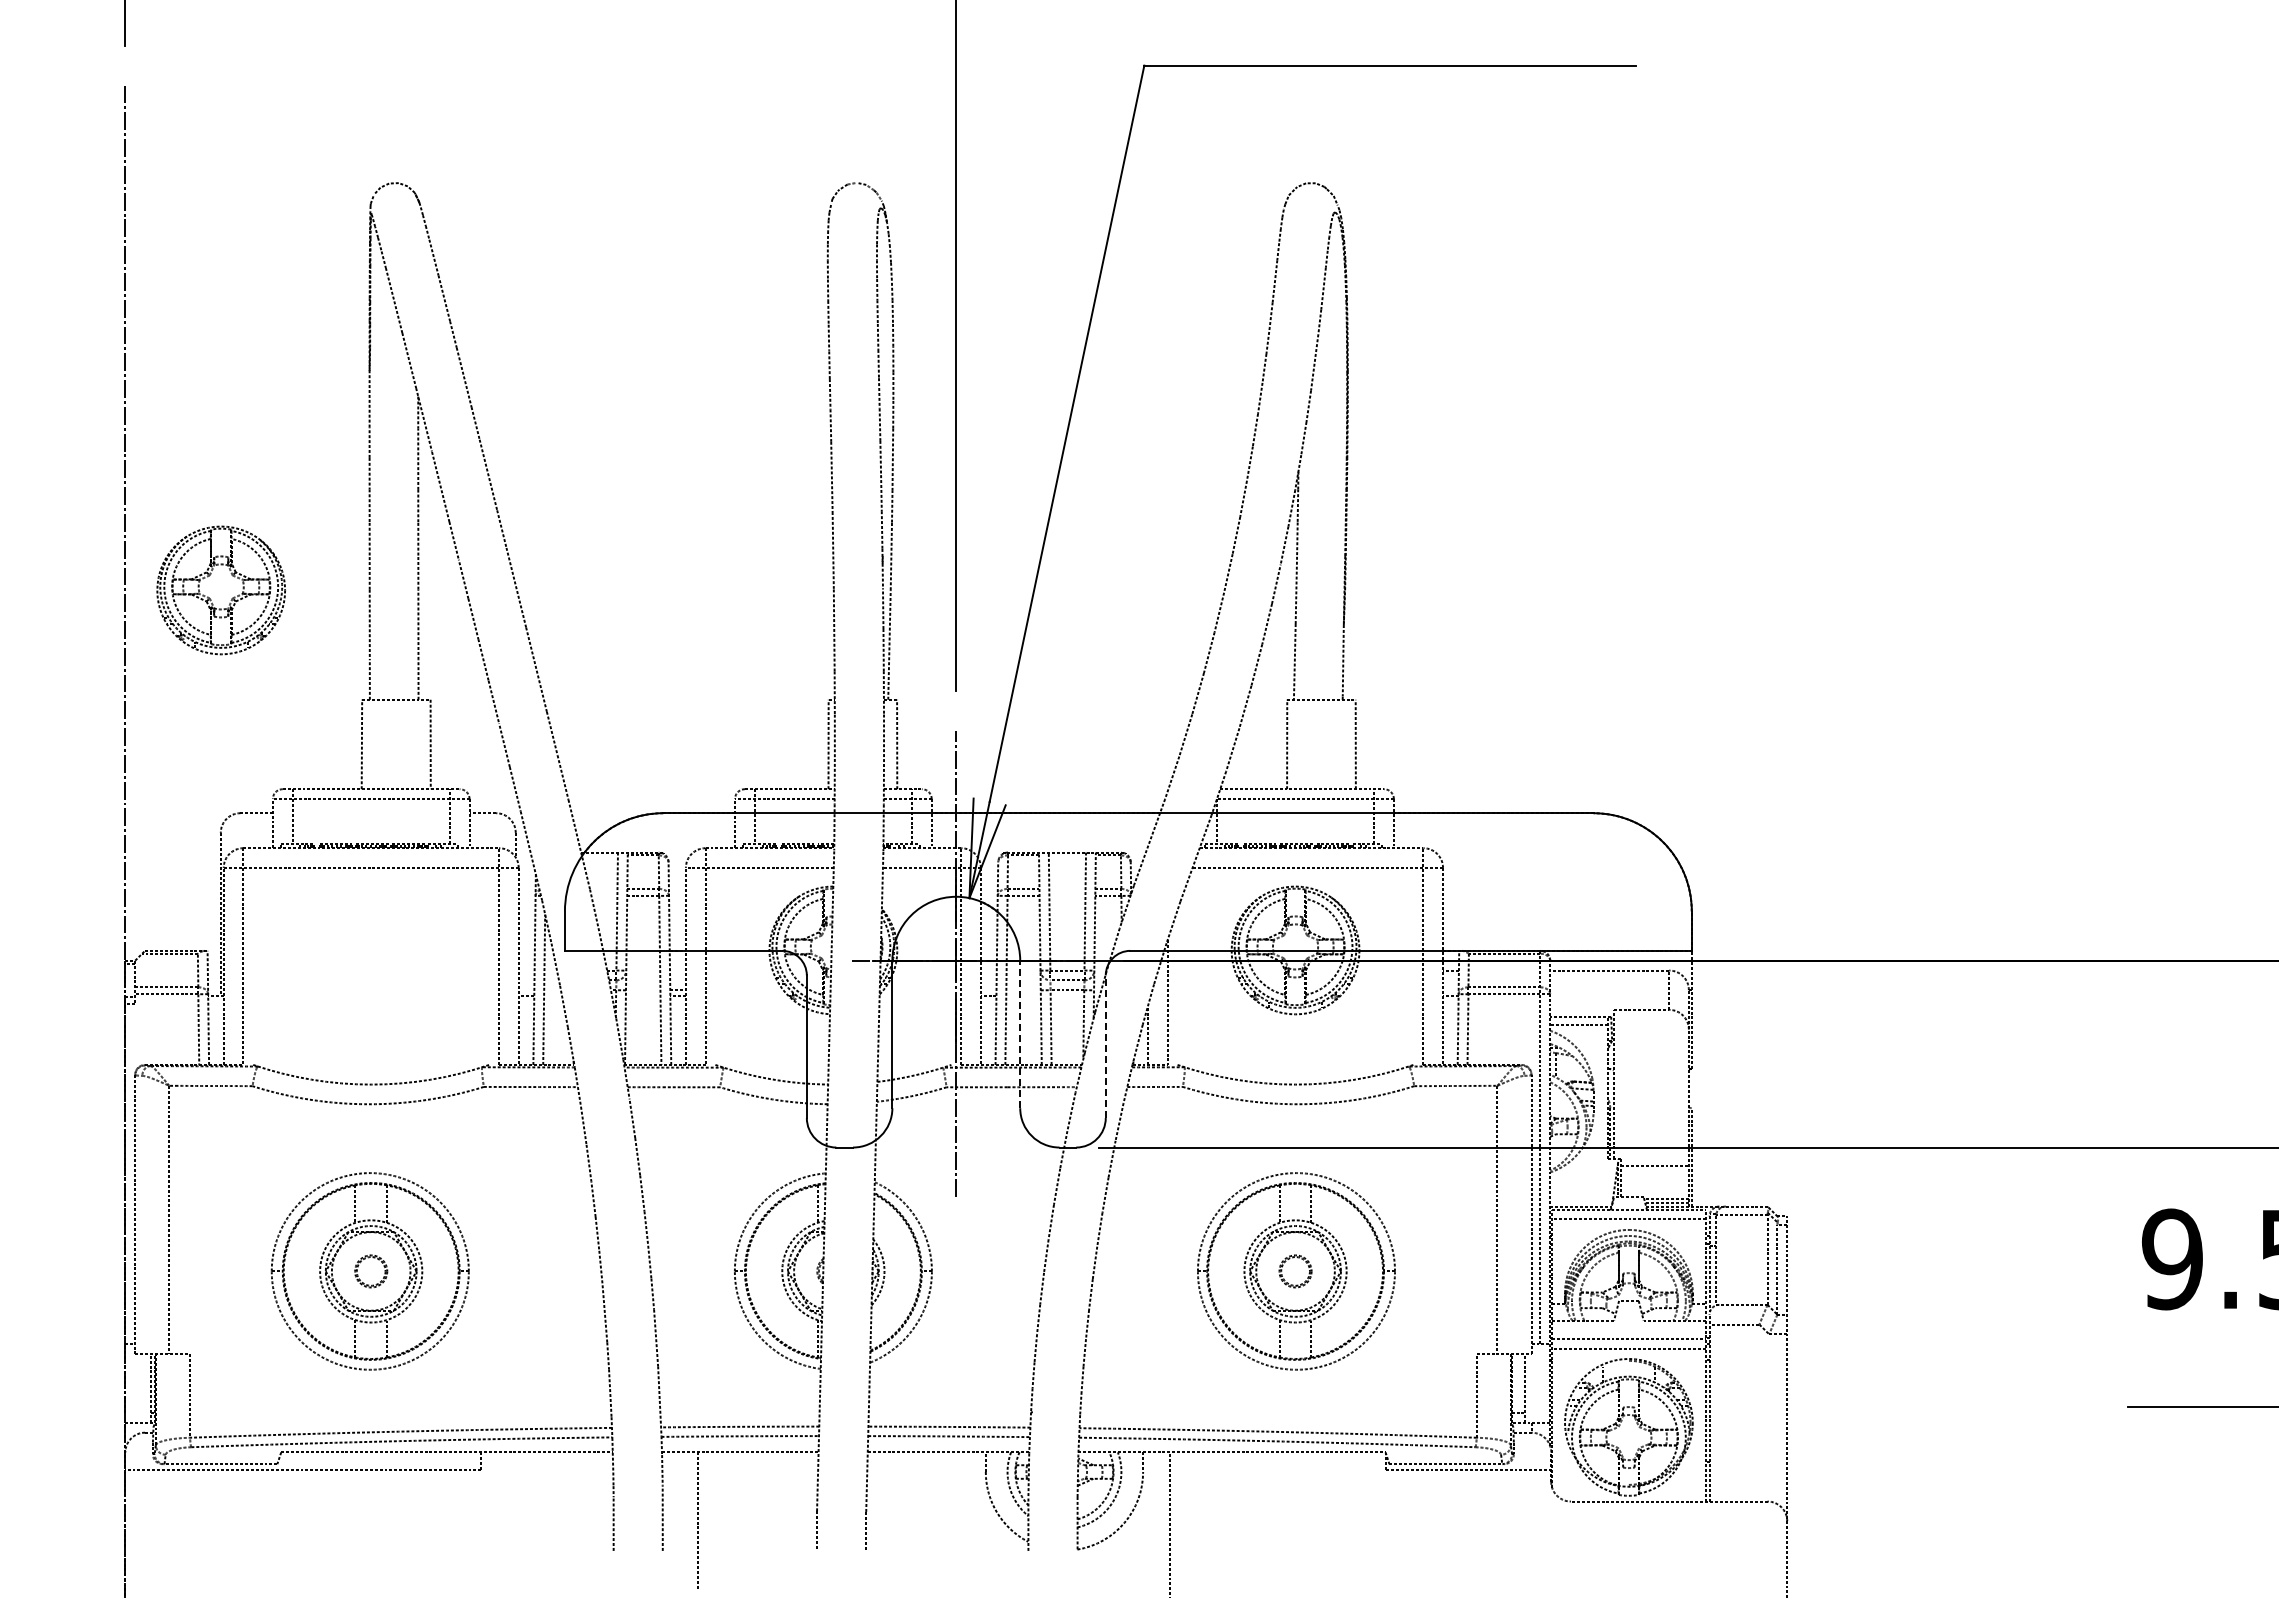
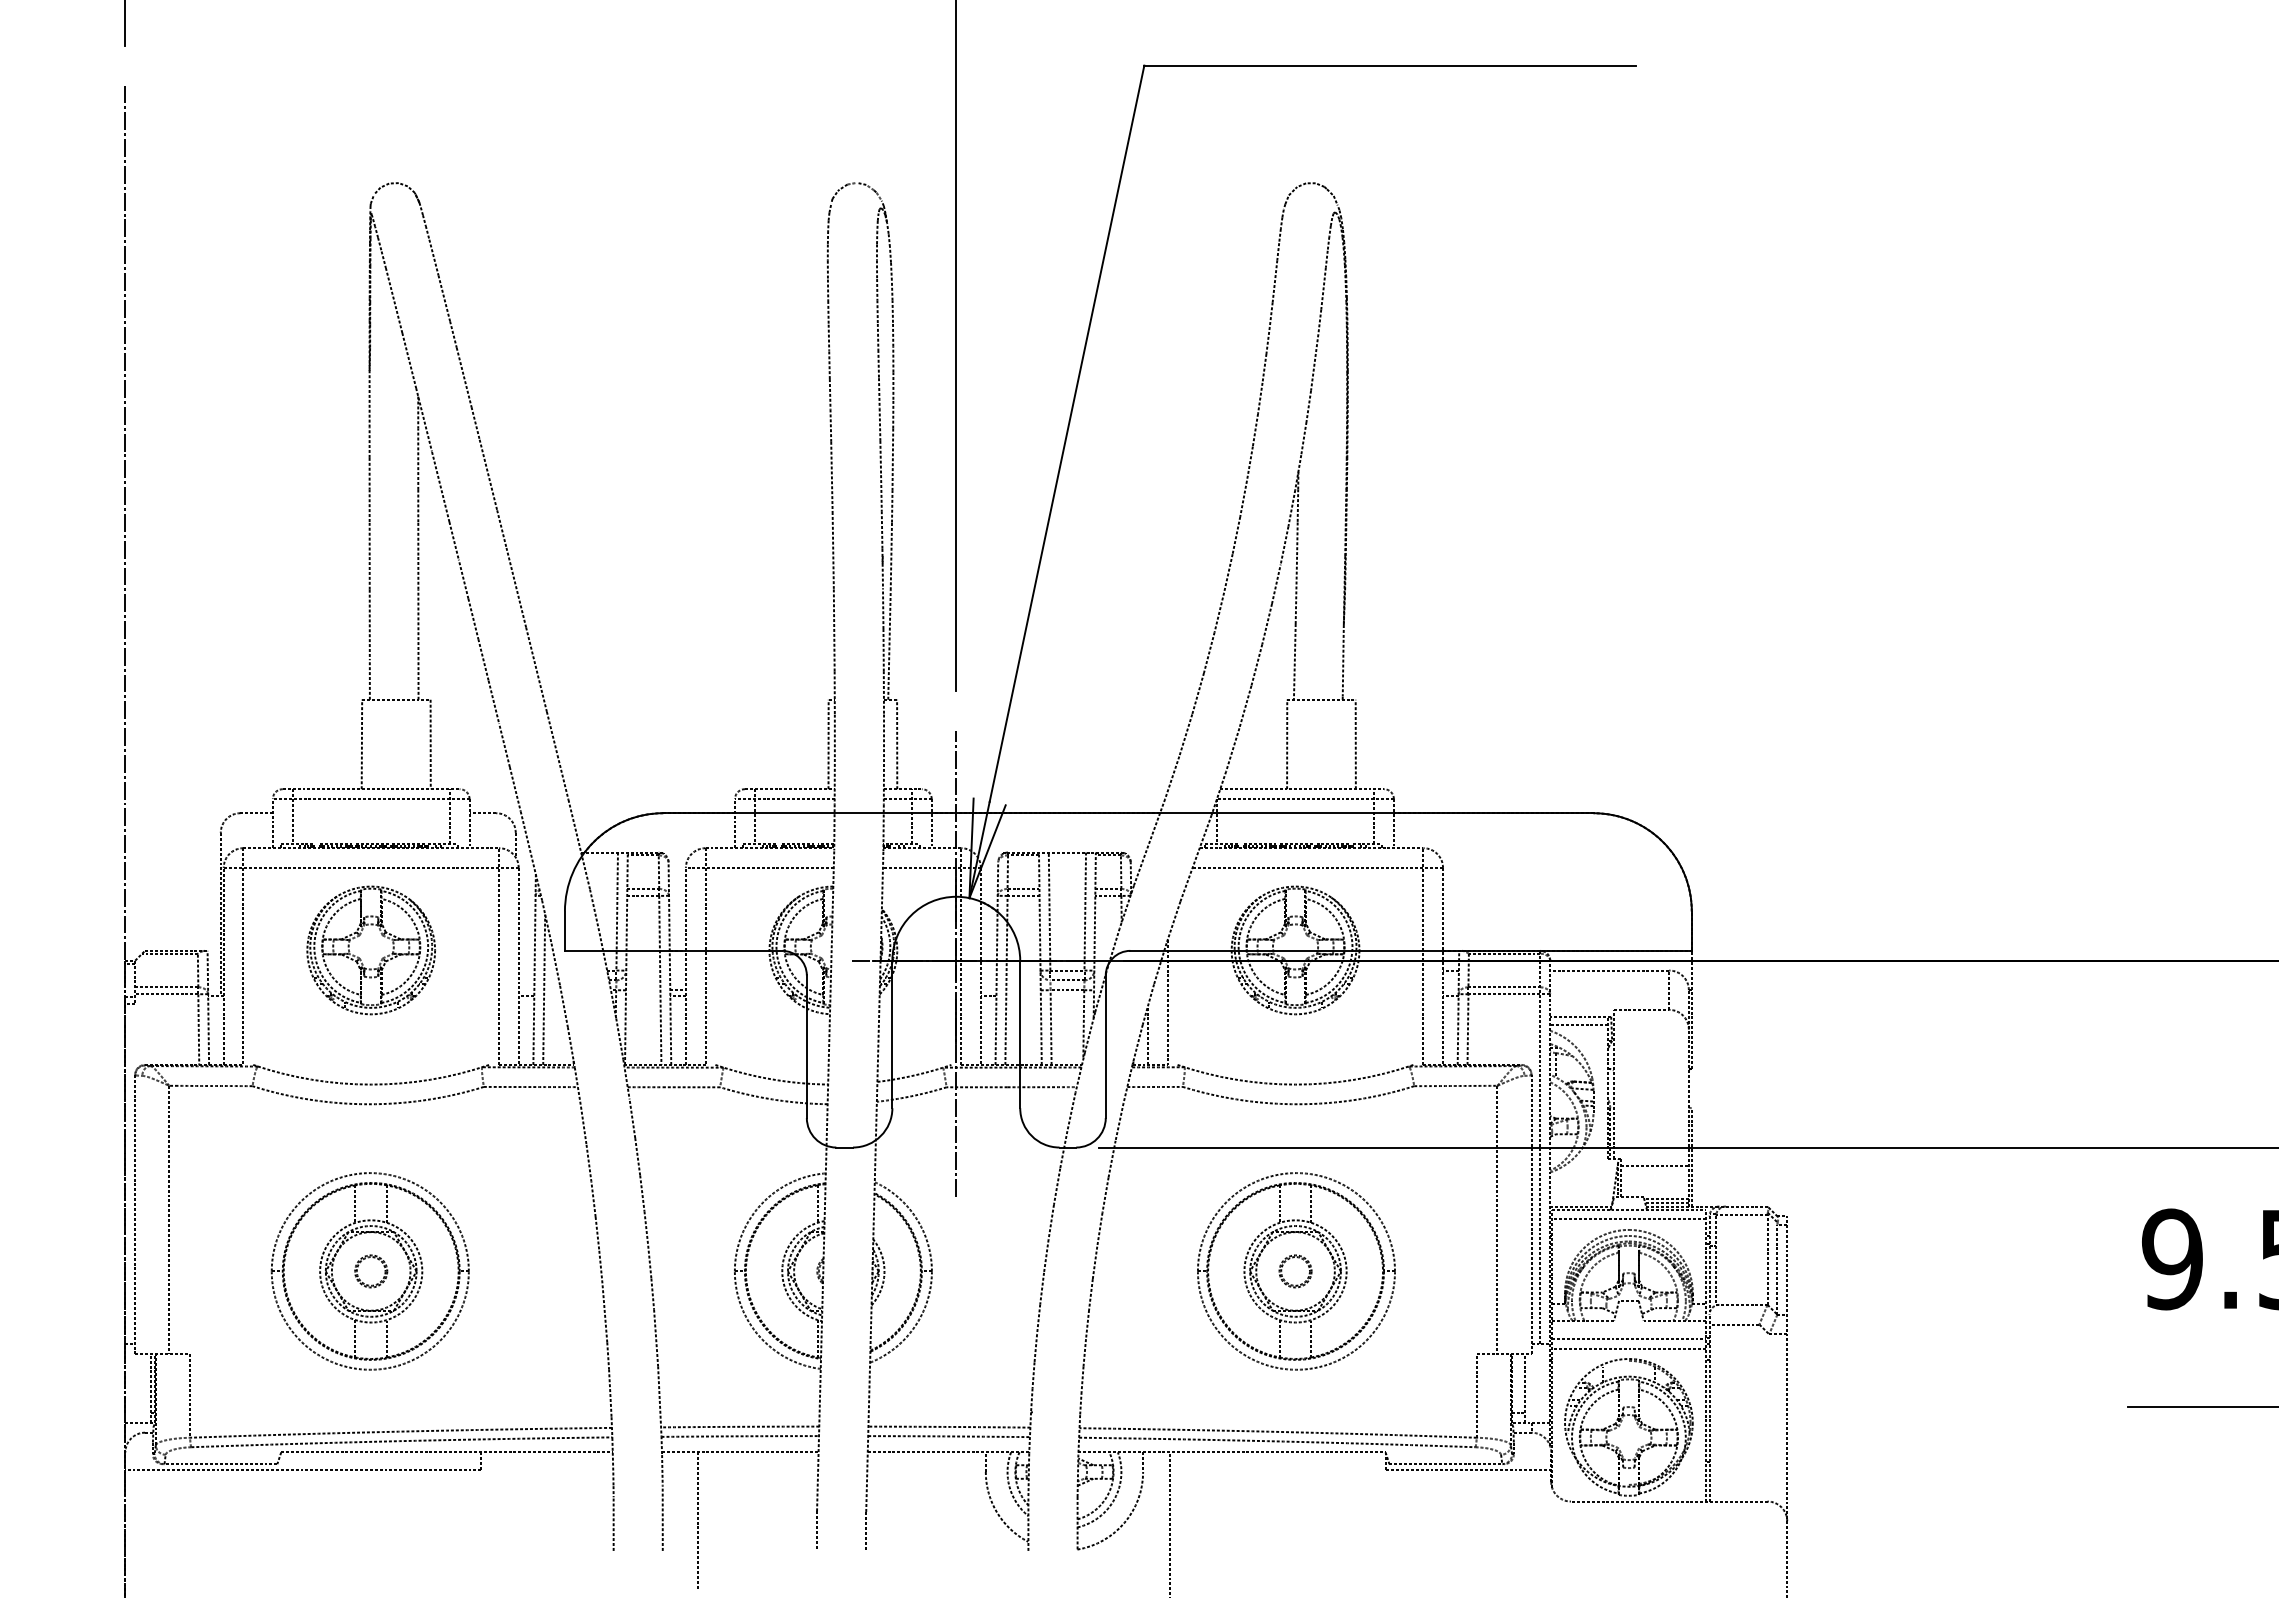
part at (211, 599) position: (211, 599) -> (361, 959)
line at (1020, 1034): dashed -> solid
line at (1105, 1046): dashed -> solid
